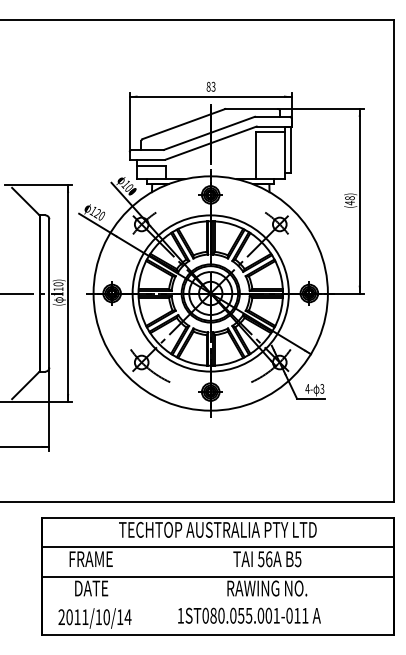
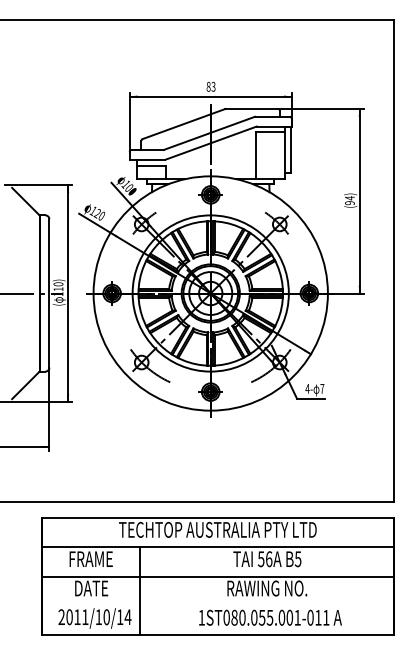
text at (349, 200): (48) -> (94)
text at (322, 388): 3 -> 7
line at (140, 590): none -> present
text at (249, 615) position: (249, 615) -> (270, 617)
